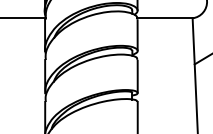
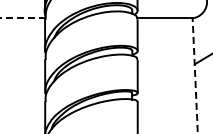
line at (23, 18): solid -> dashed
line at (195, 76): solid -> dashed
